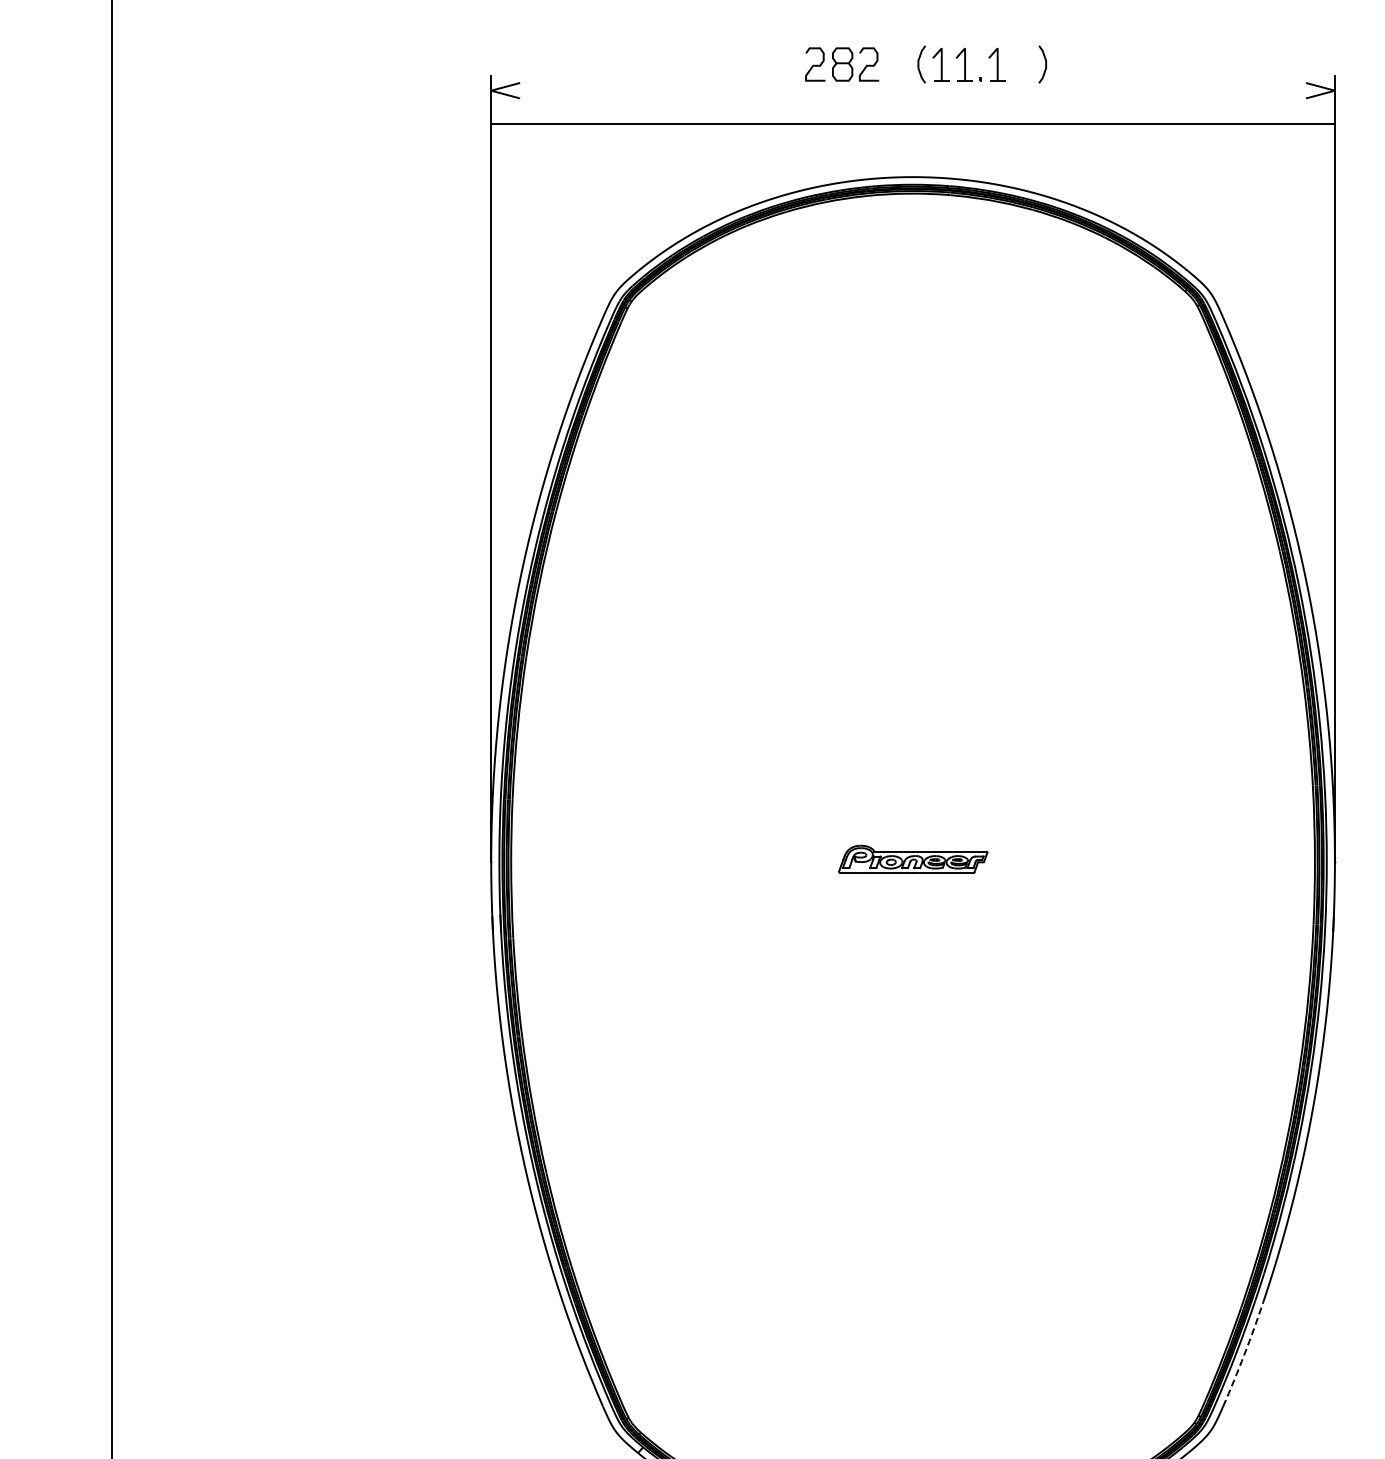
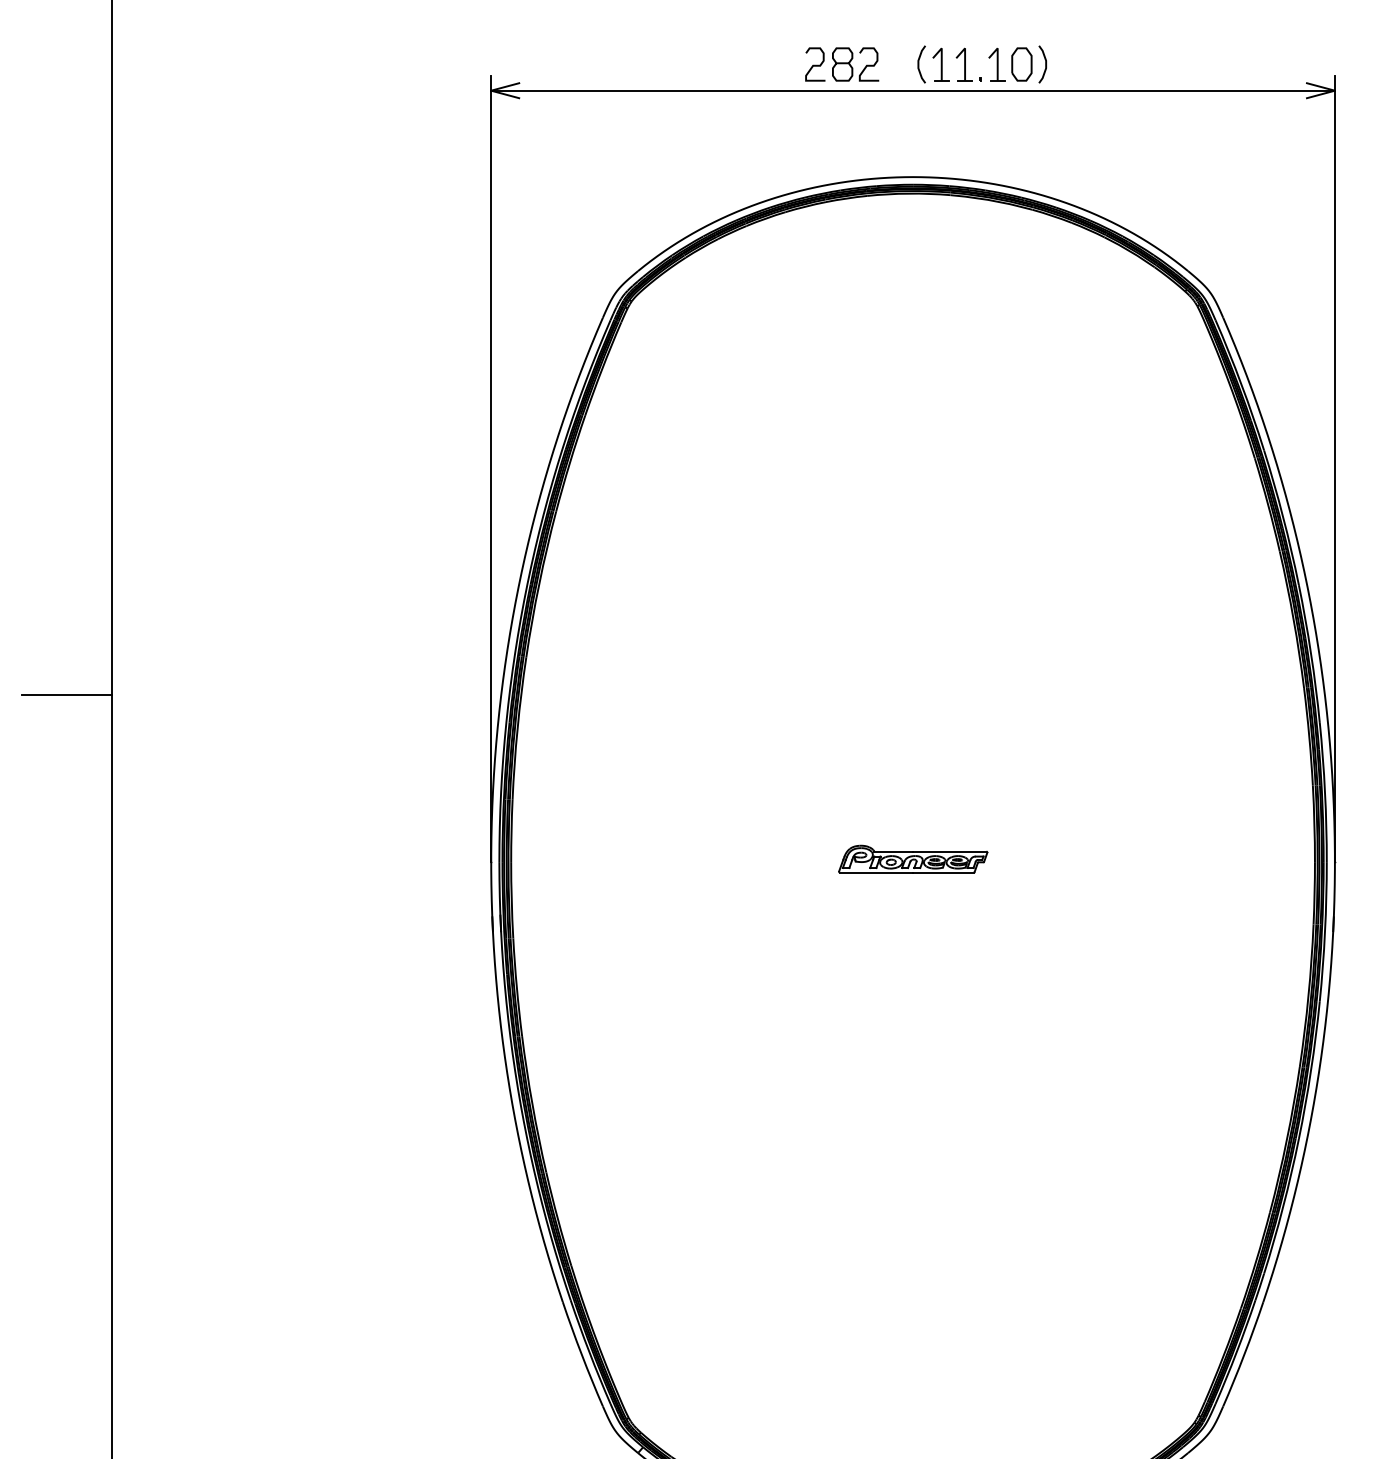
part at (1021, 64): none -> present
line at (912, 123) position: (912, 123) -> (912, 90)
line at (67, 694): none -> present
arc at (1244, 1354): dashed -> solid
